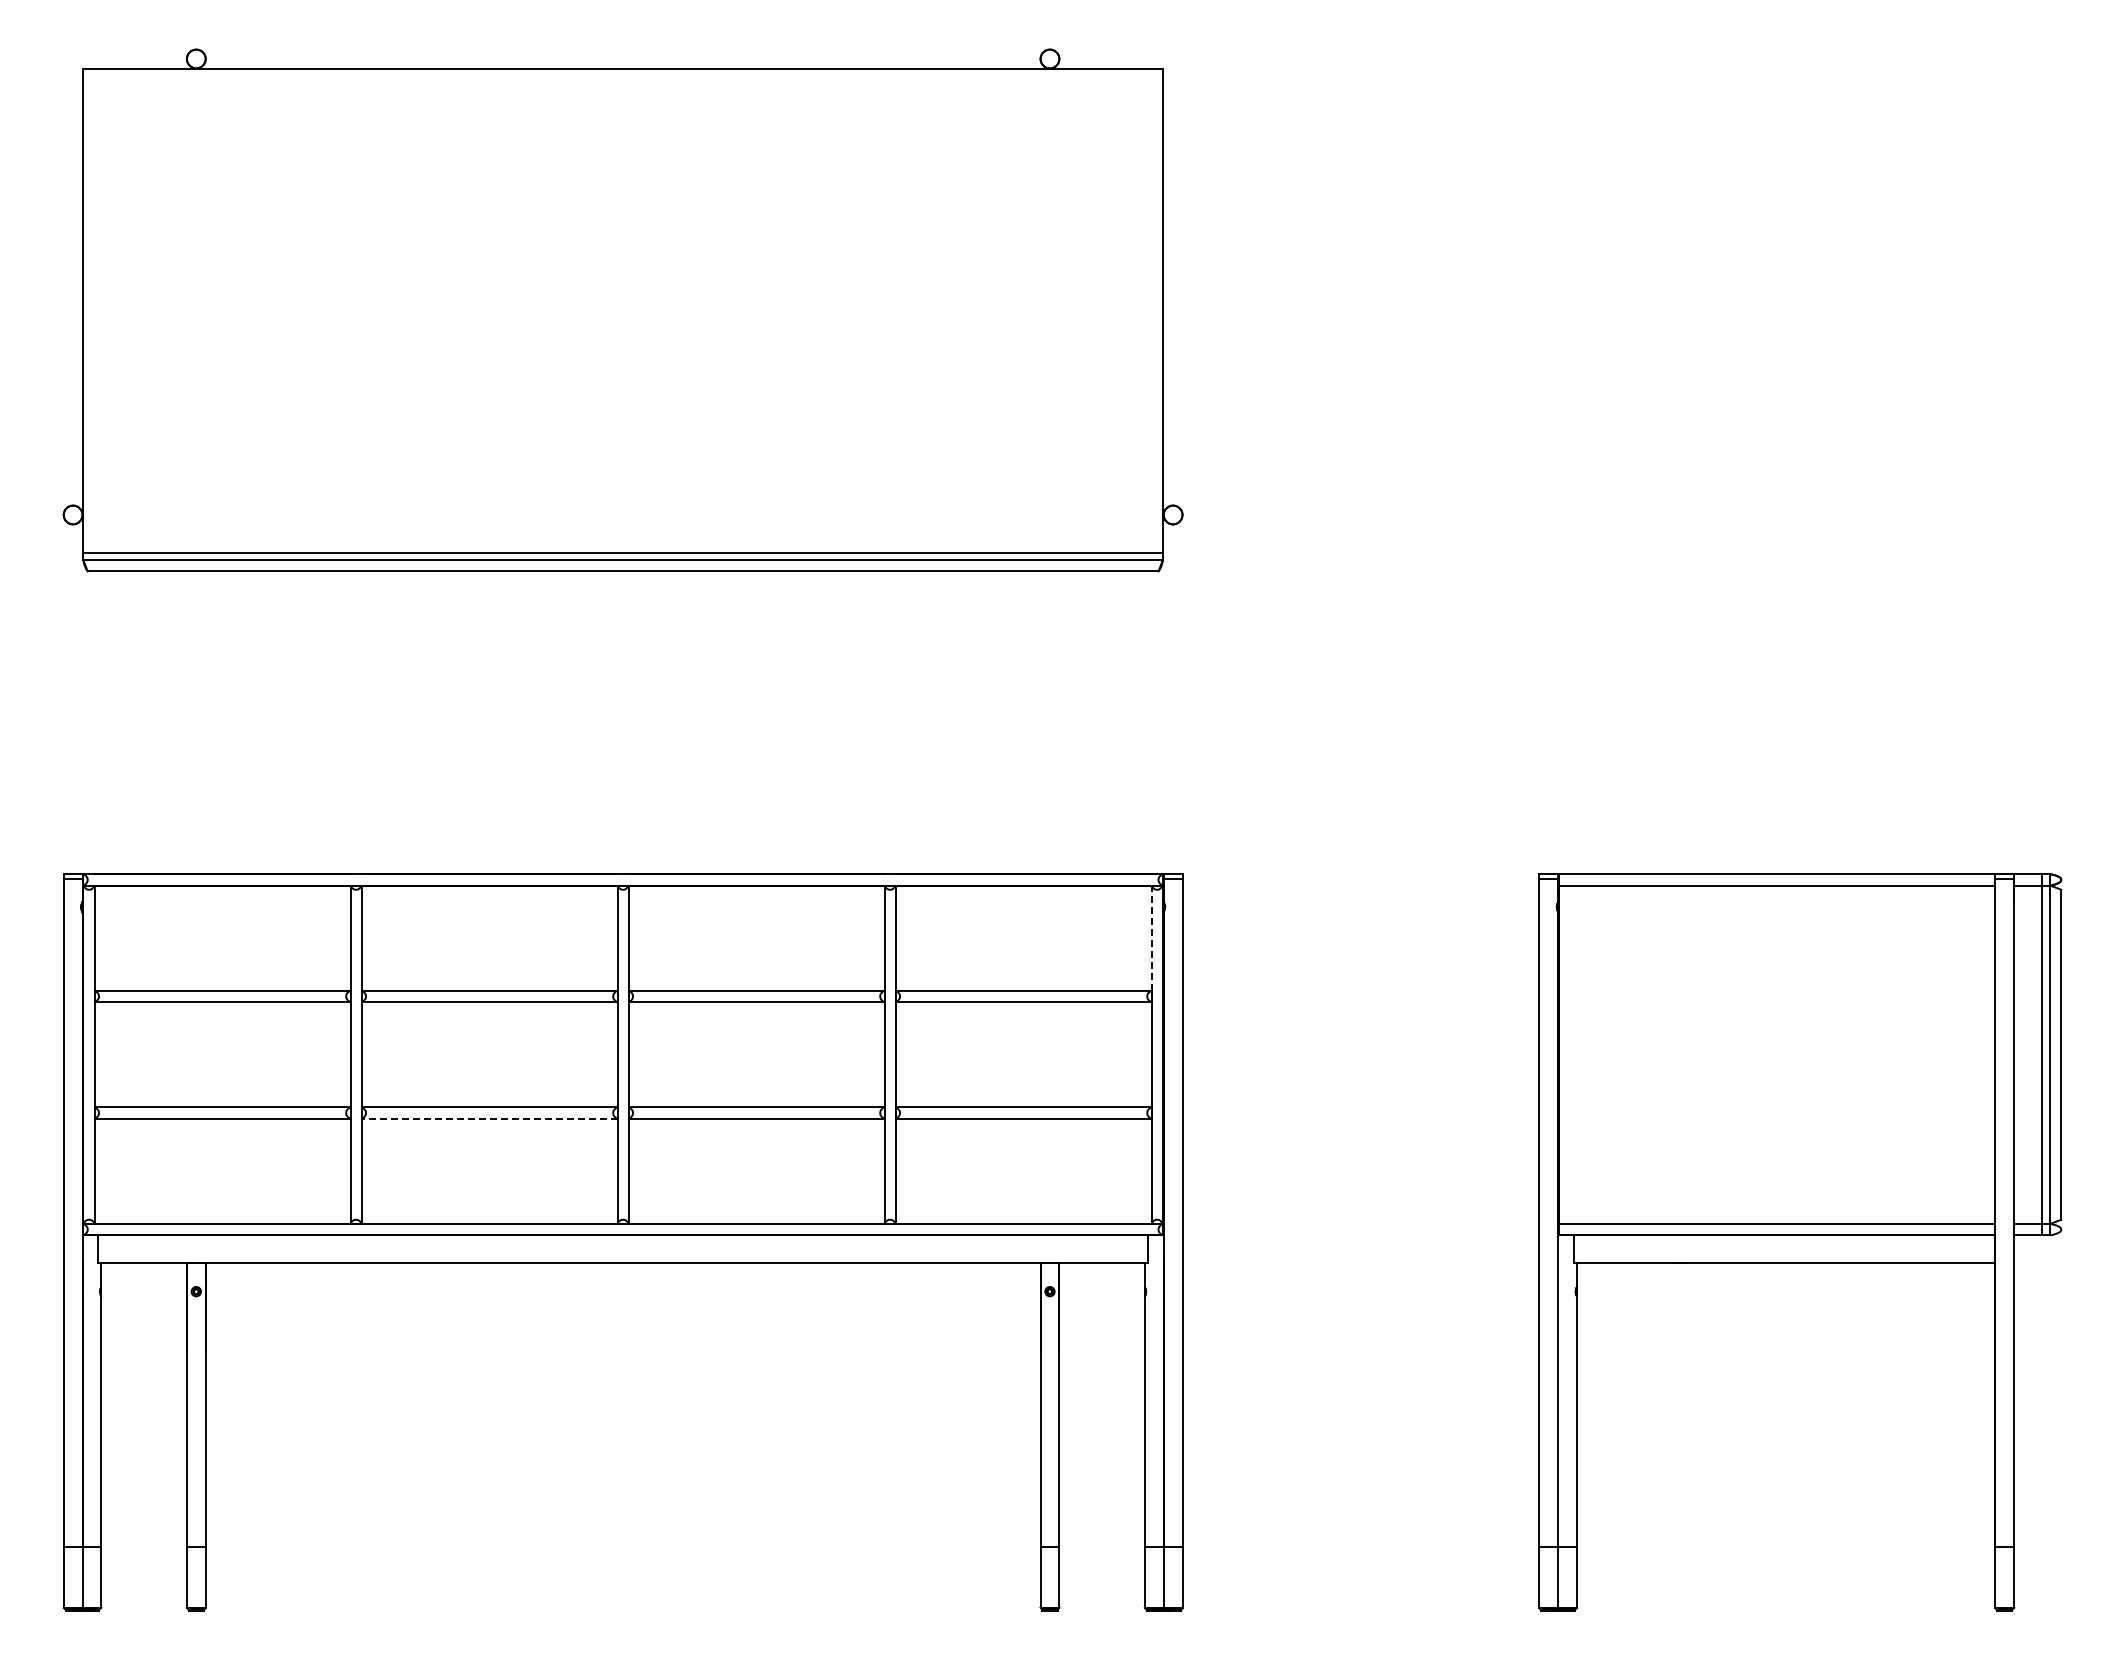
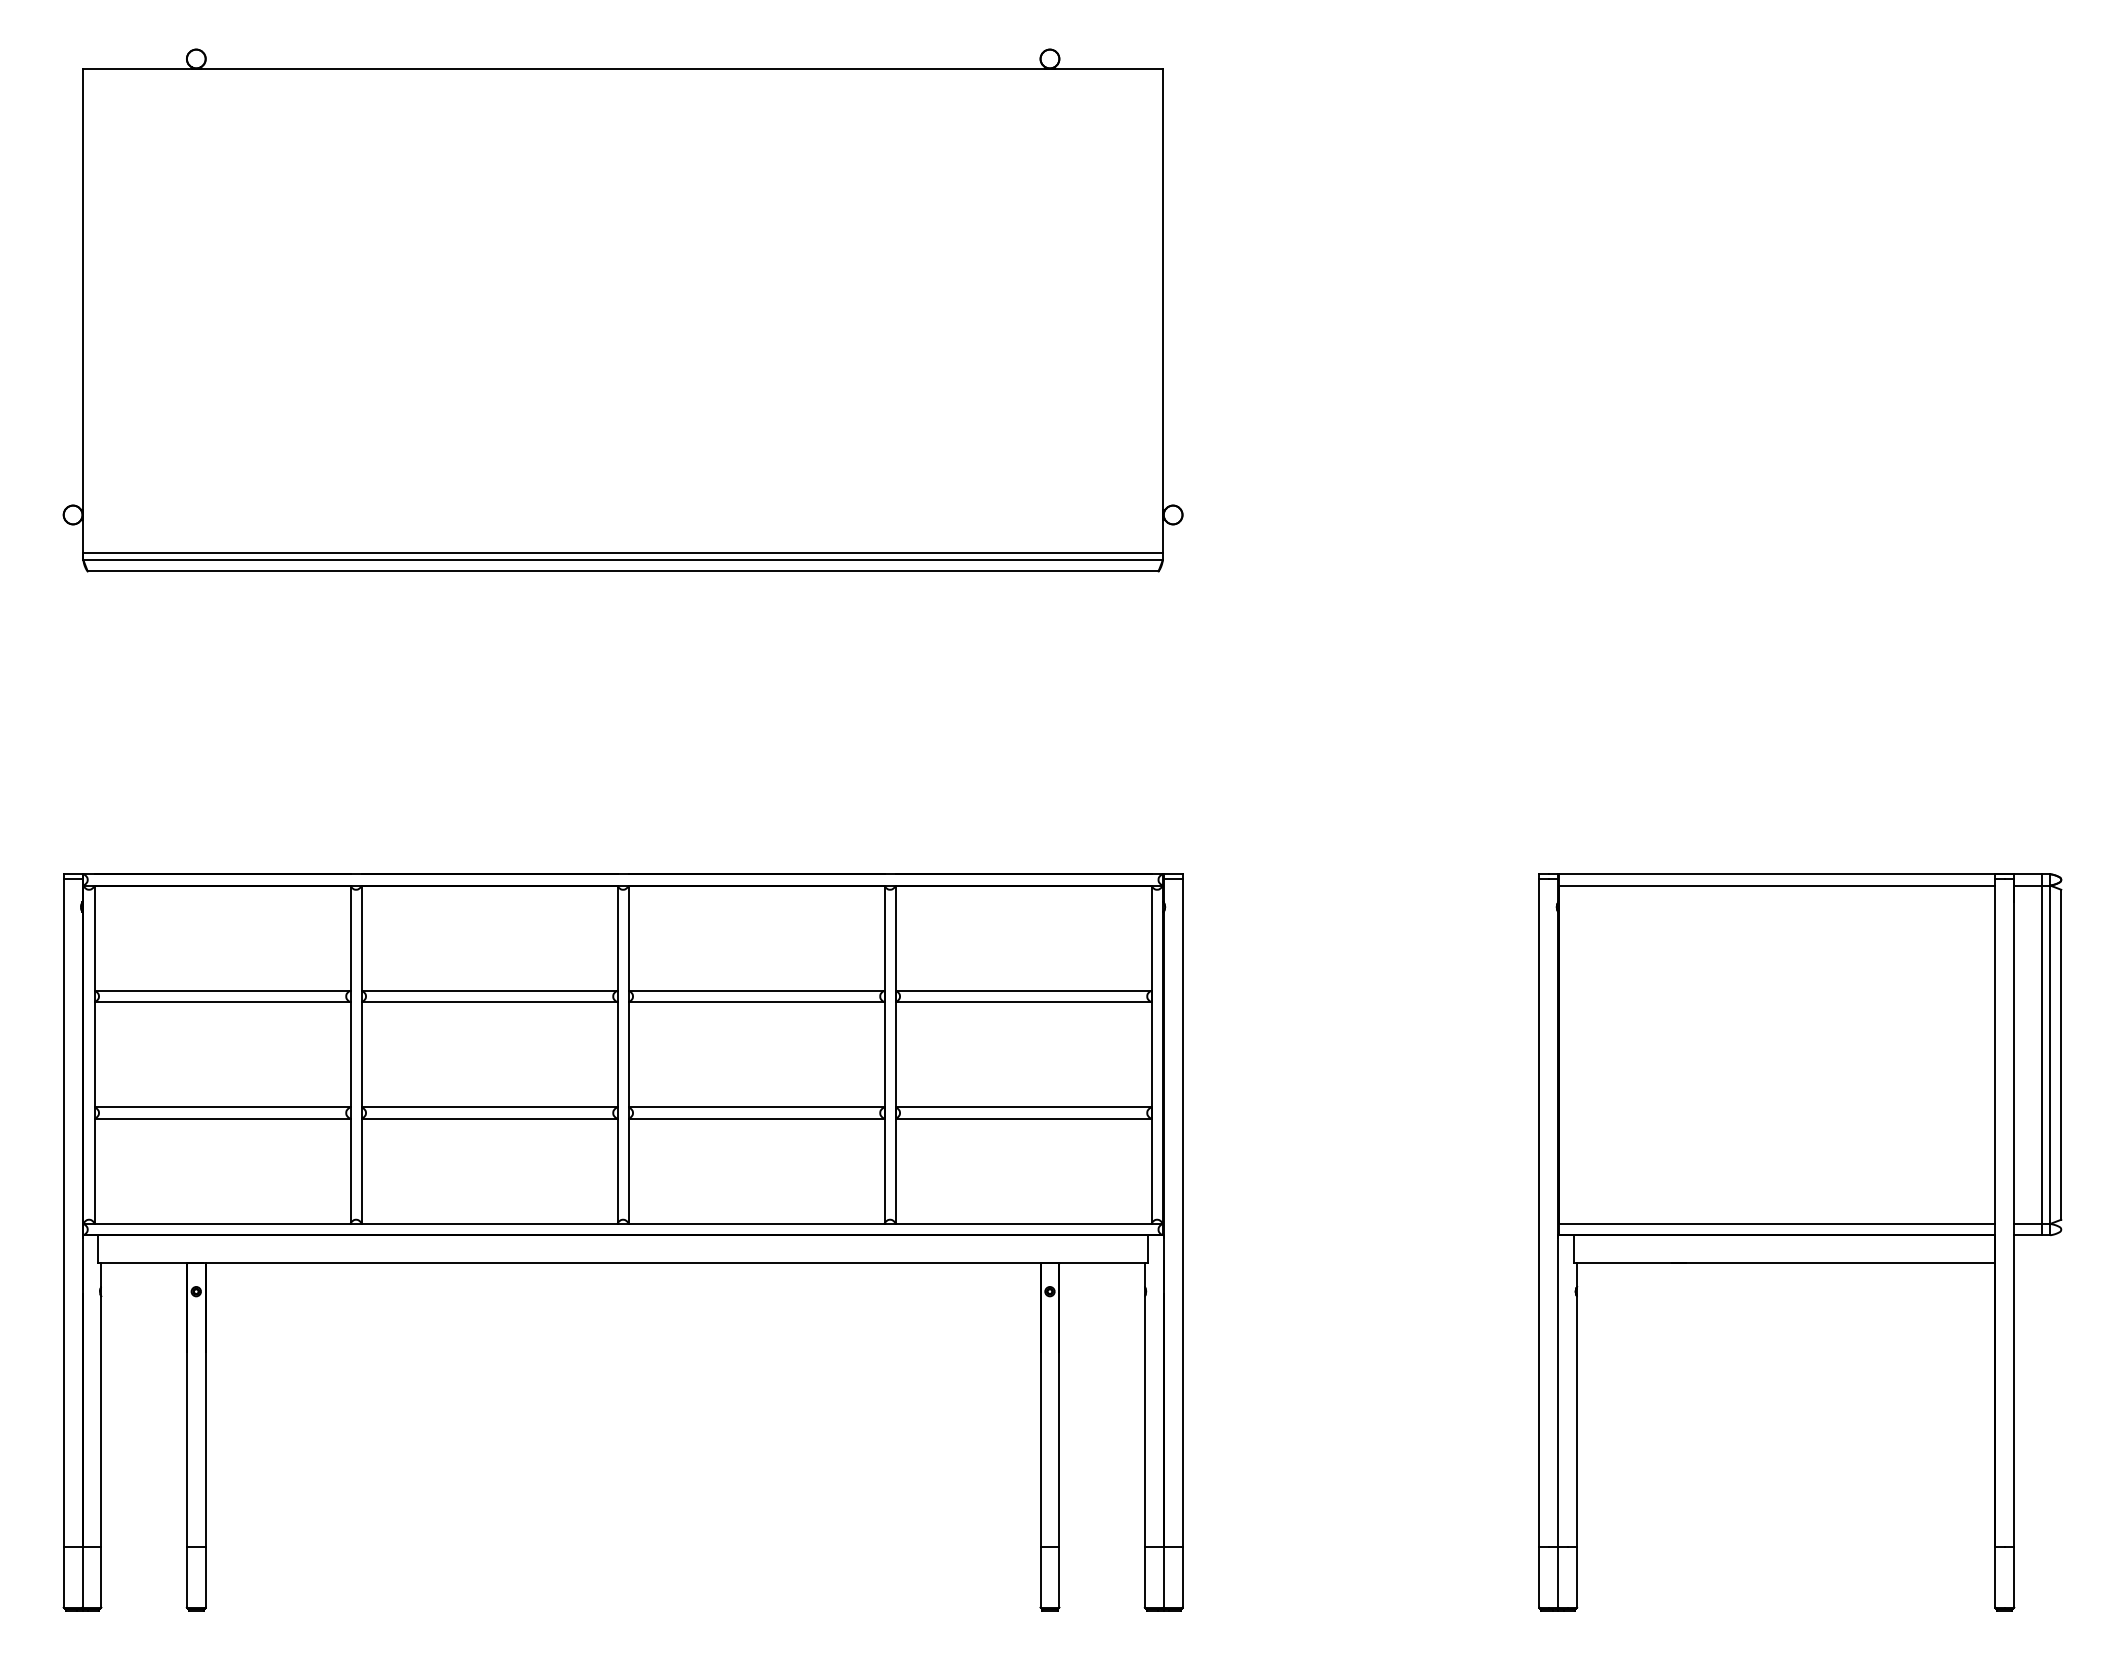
line at (1151, 938): dashed -> solid
line at (489, 1118): dashed -> solid
